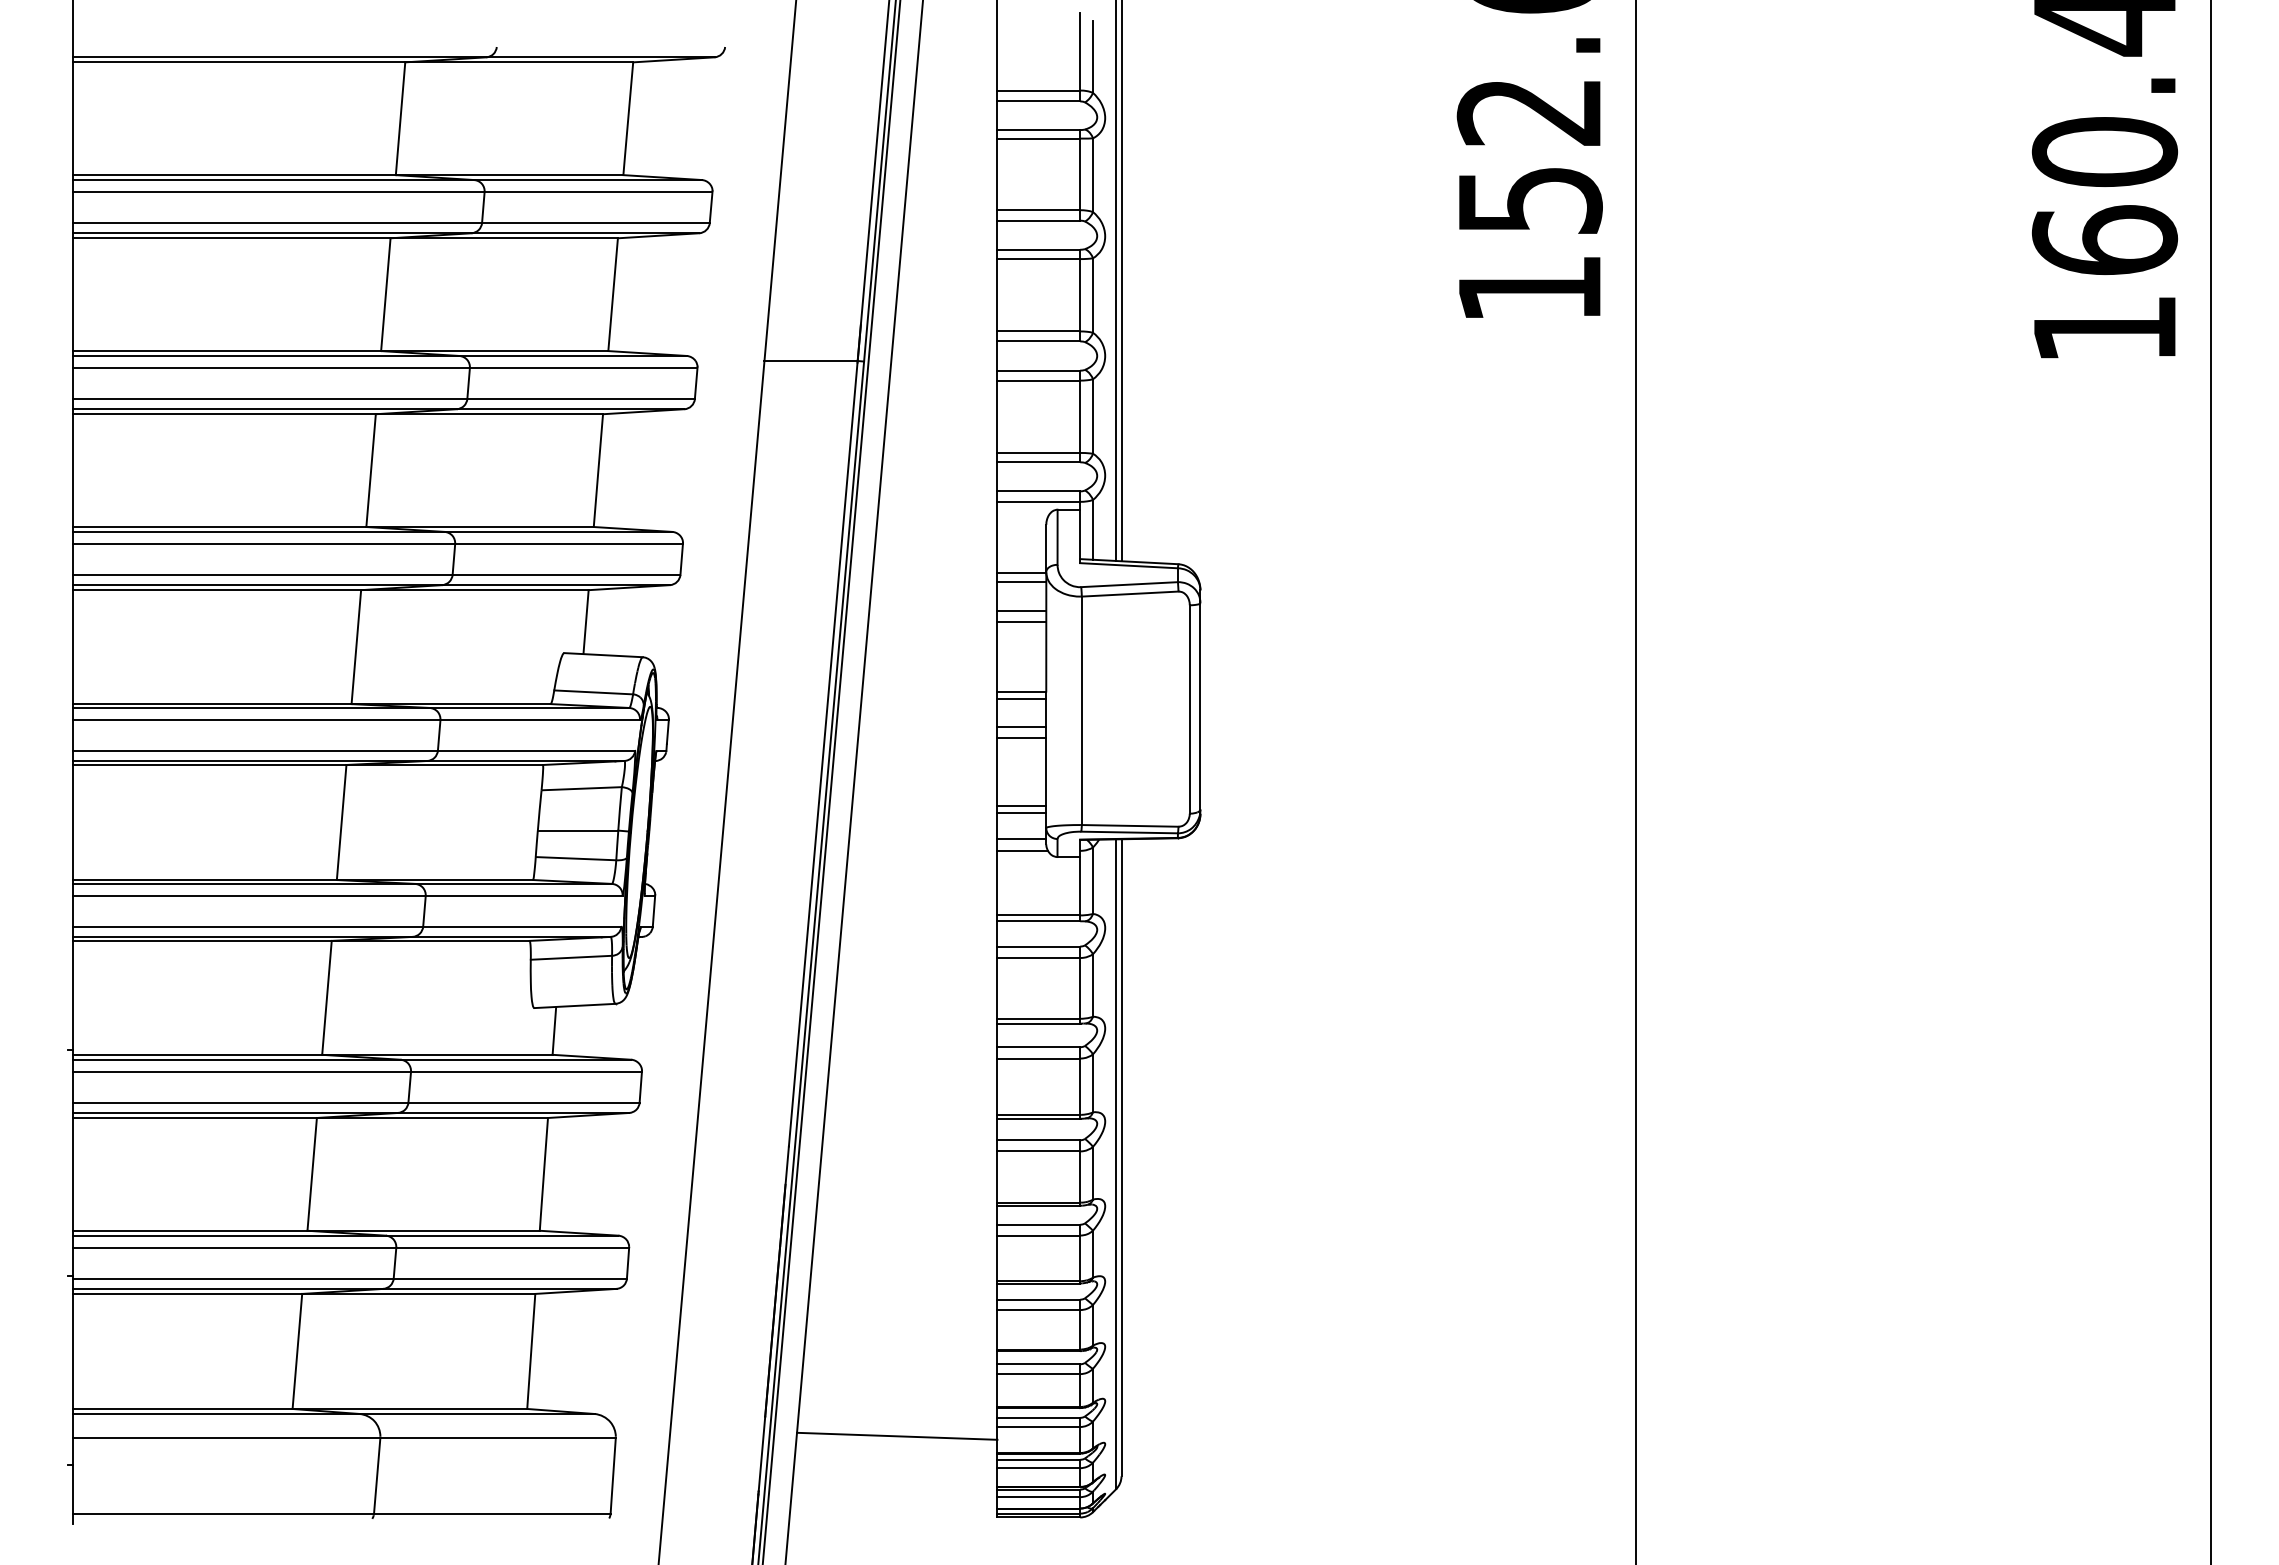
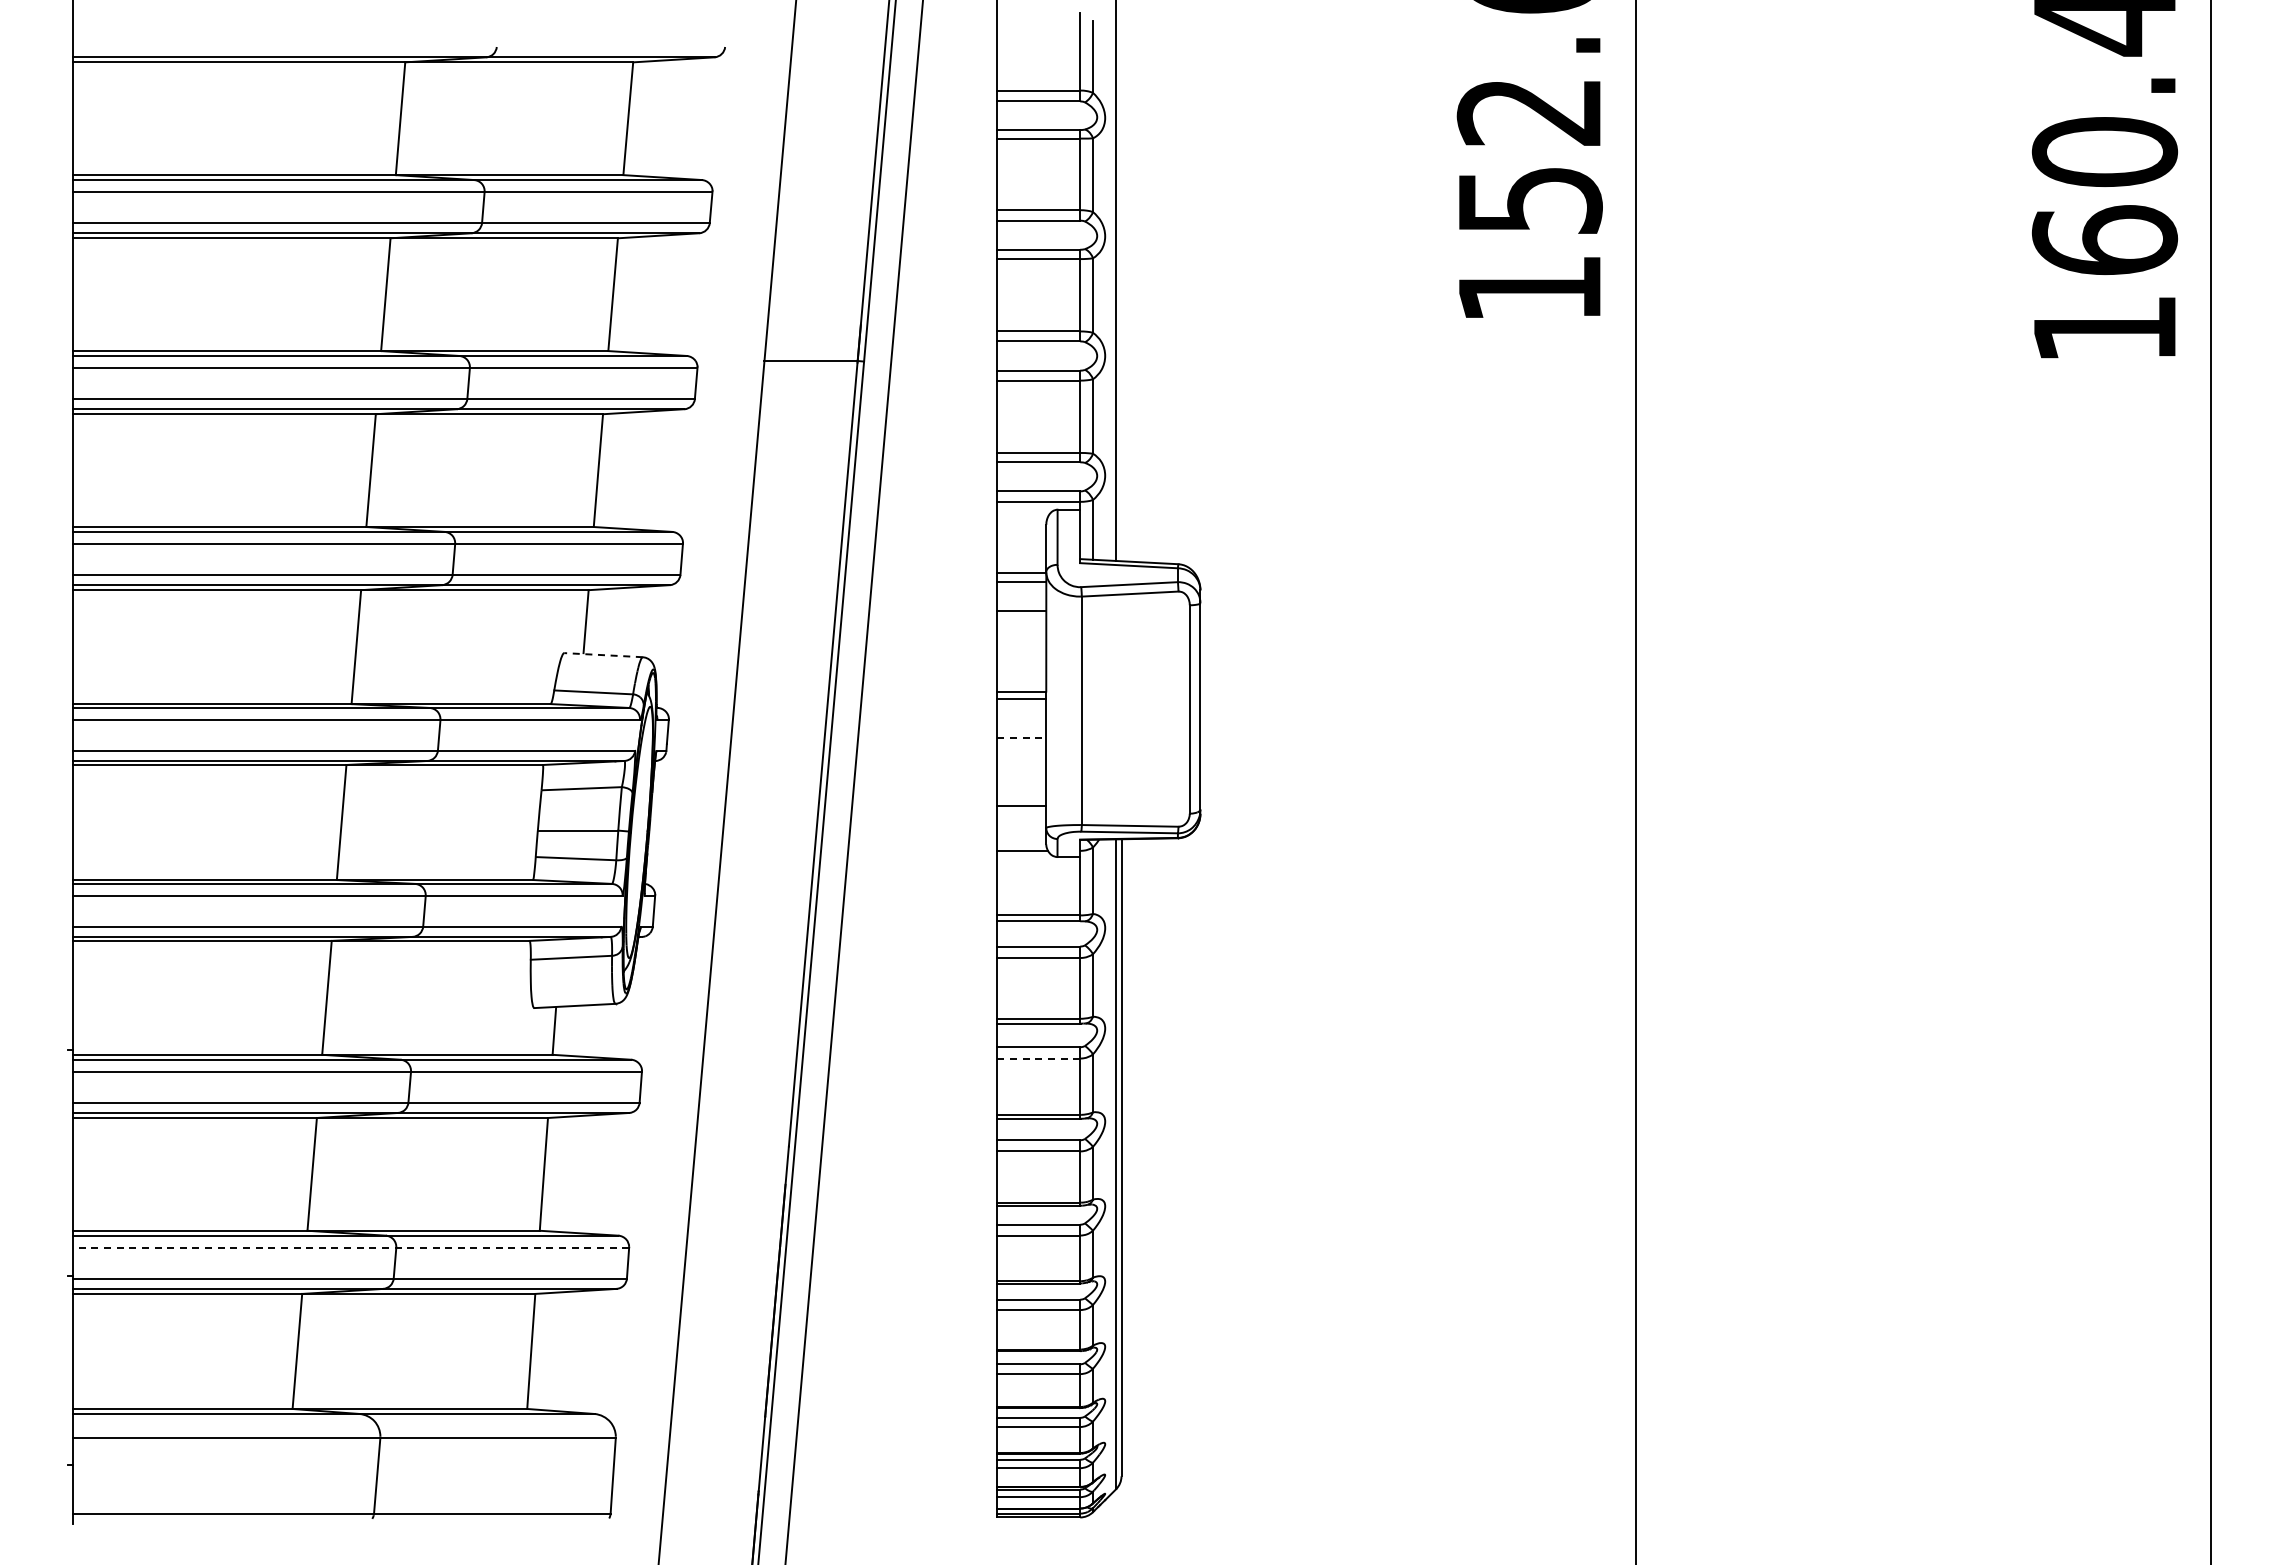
line at (1121, 281): present -> none
line at (1021, 621): present -> none
line at (603, 655): solid -> dashed
line at (1021, 727): present -> none
line at (1022, 738): solid -> dashed
line at (831, 781): present -> none
line at (1021, 812): present -> none
line at (1021, 839): present -> none
line at (1039, 1058): solid -> dashed
line at (350, 1247): solid -> dashed
line at (897, 1435): present -> none
